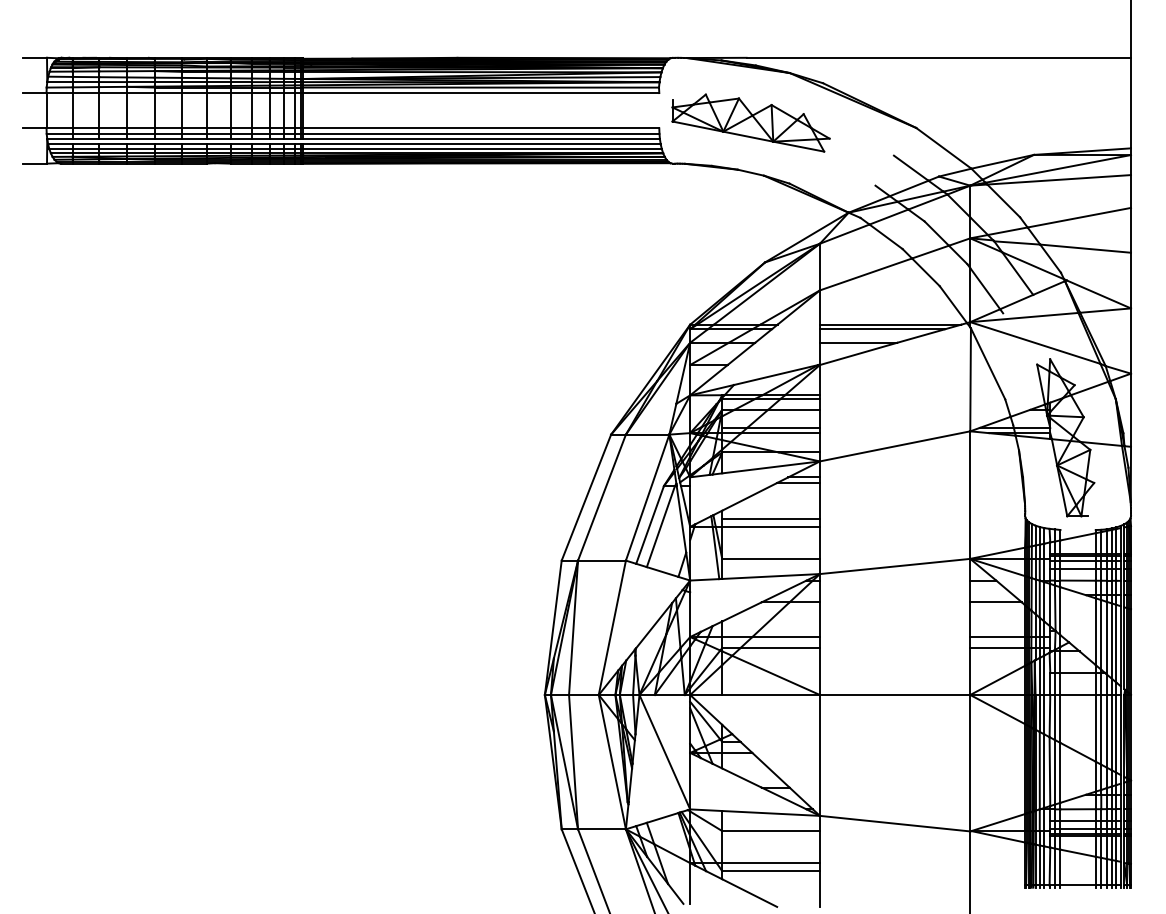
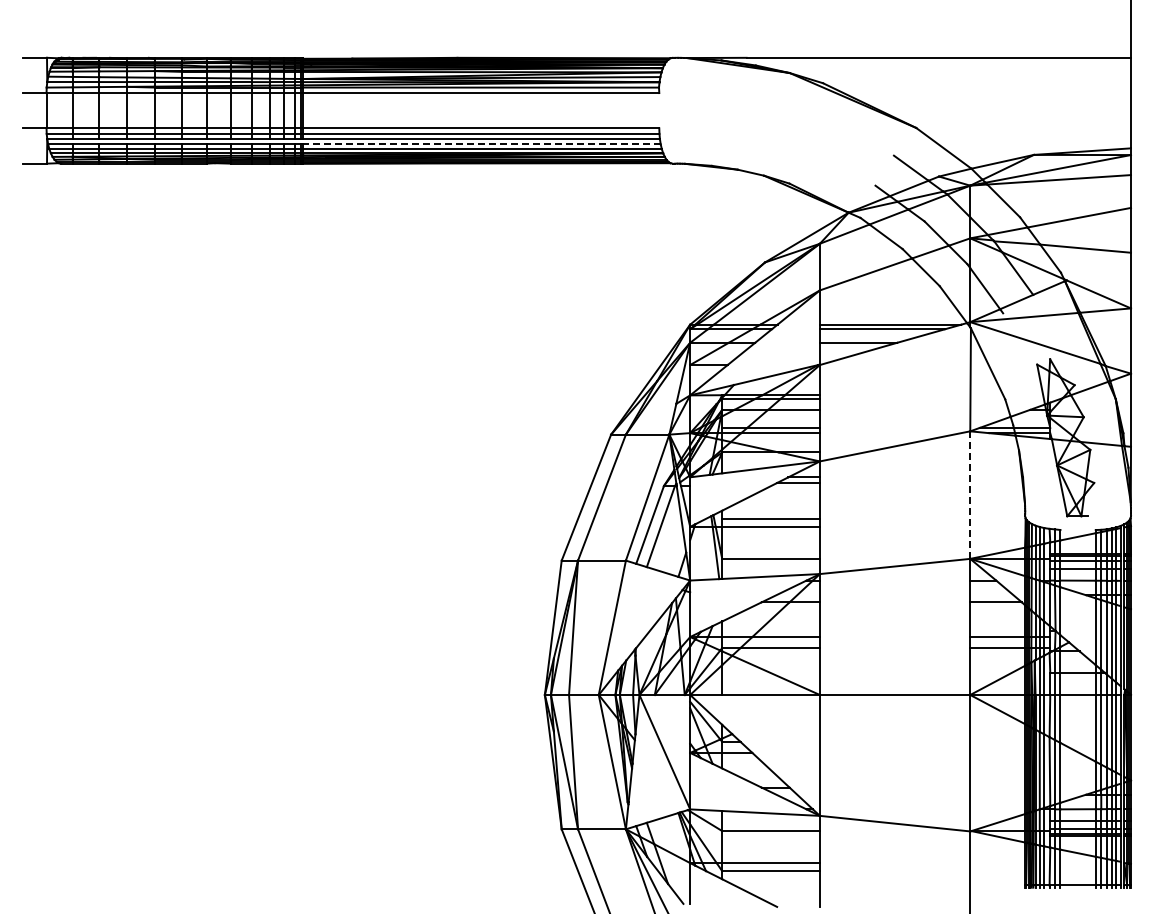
part at (750, 122): present -> none
line at (482, 144): solid -> dashed
line at (970, 495): solid -> dashed
